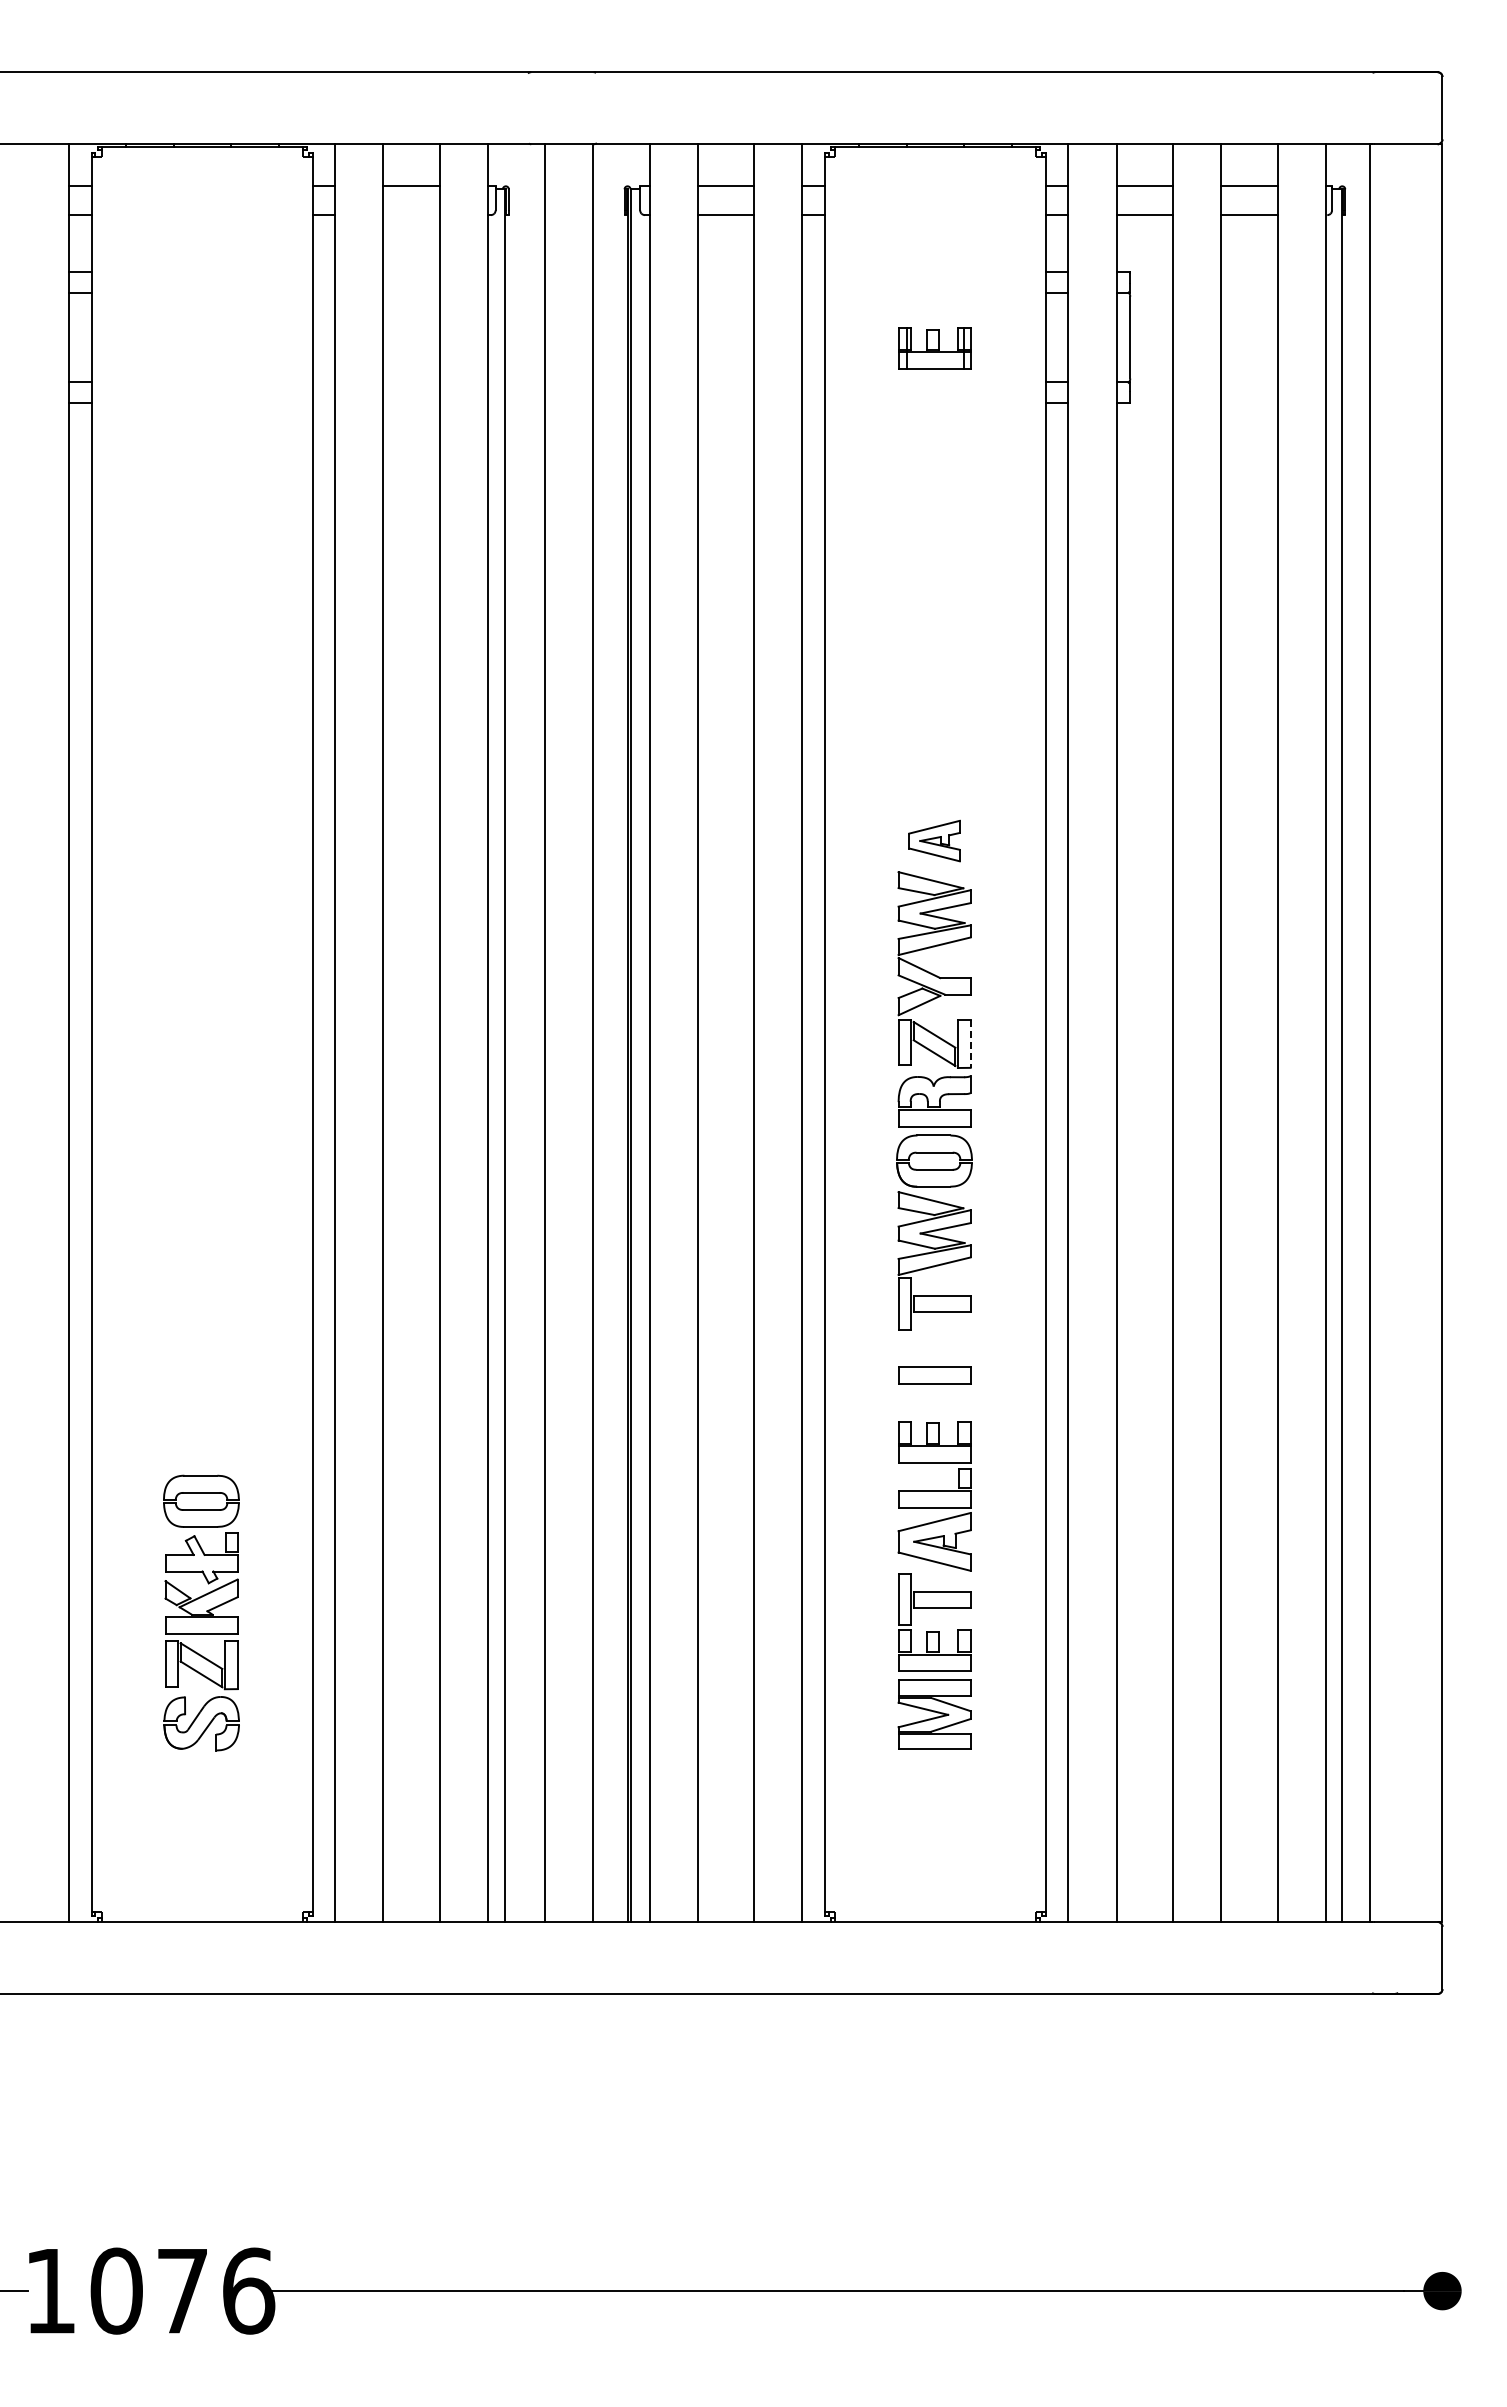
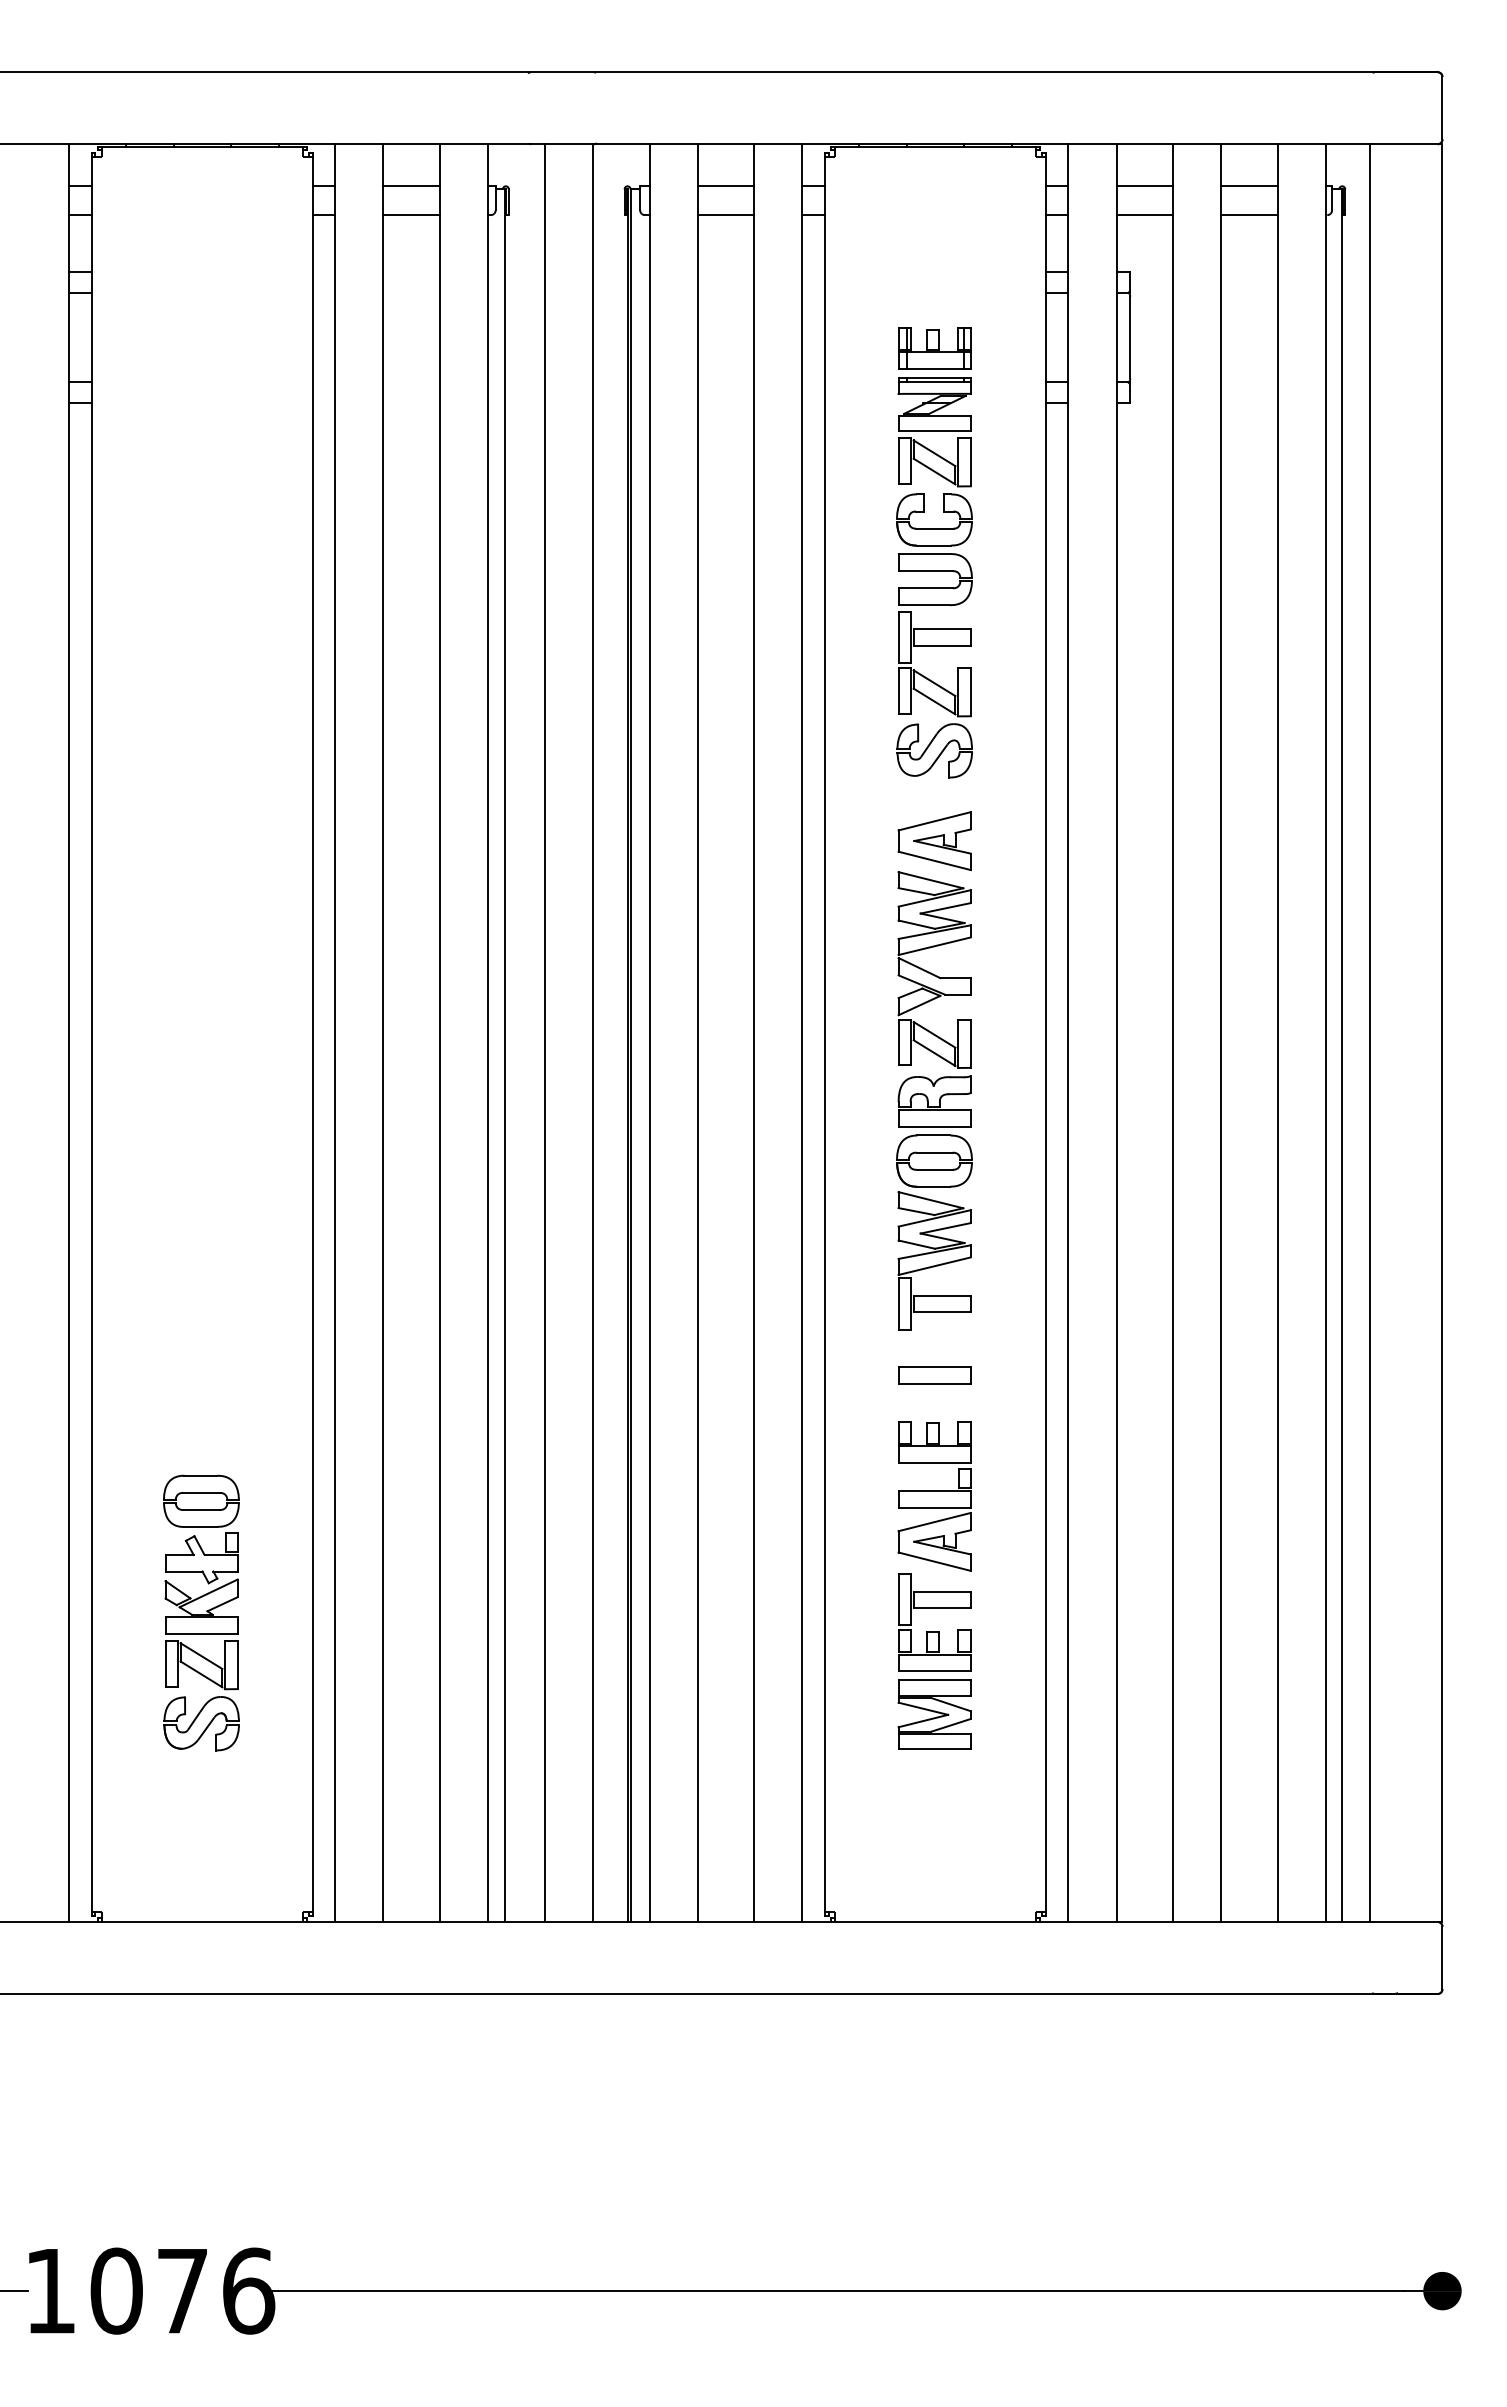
line at (411, 215): none -> present
part at (934, 577): none -> present
part at (934, 840) size: 53x44 px -> 75x60 px
line at (970, 1044): dashed -> solid
